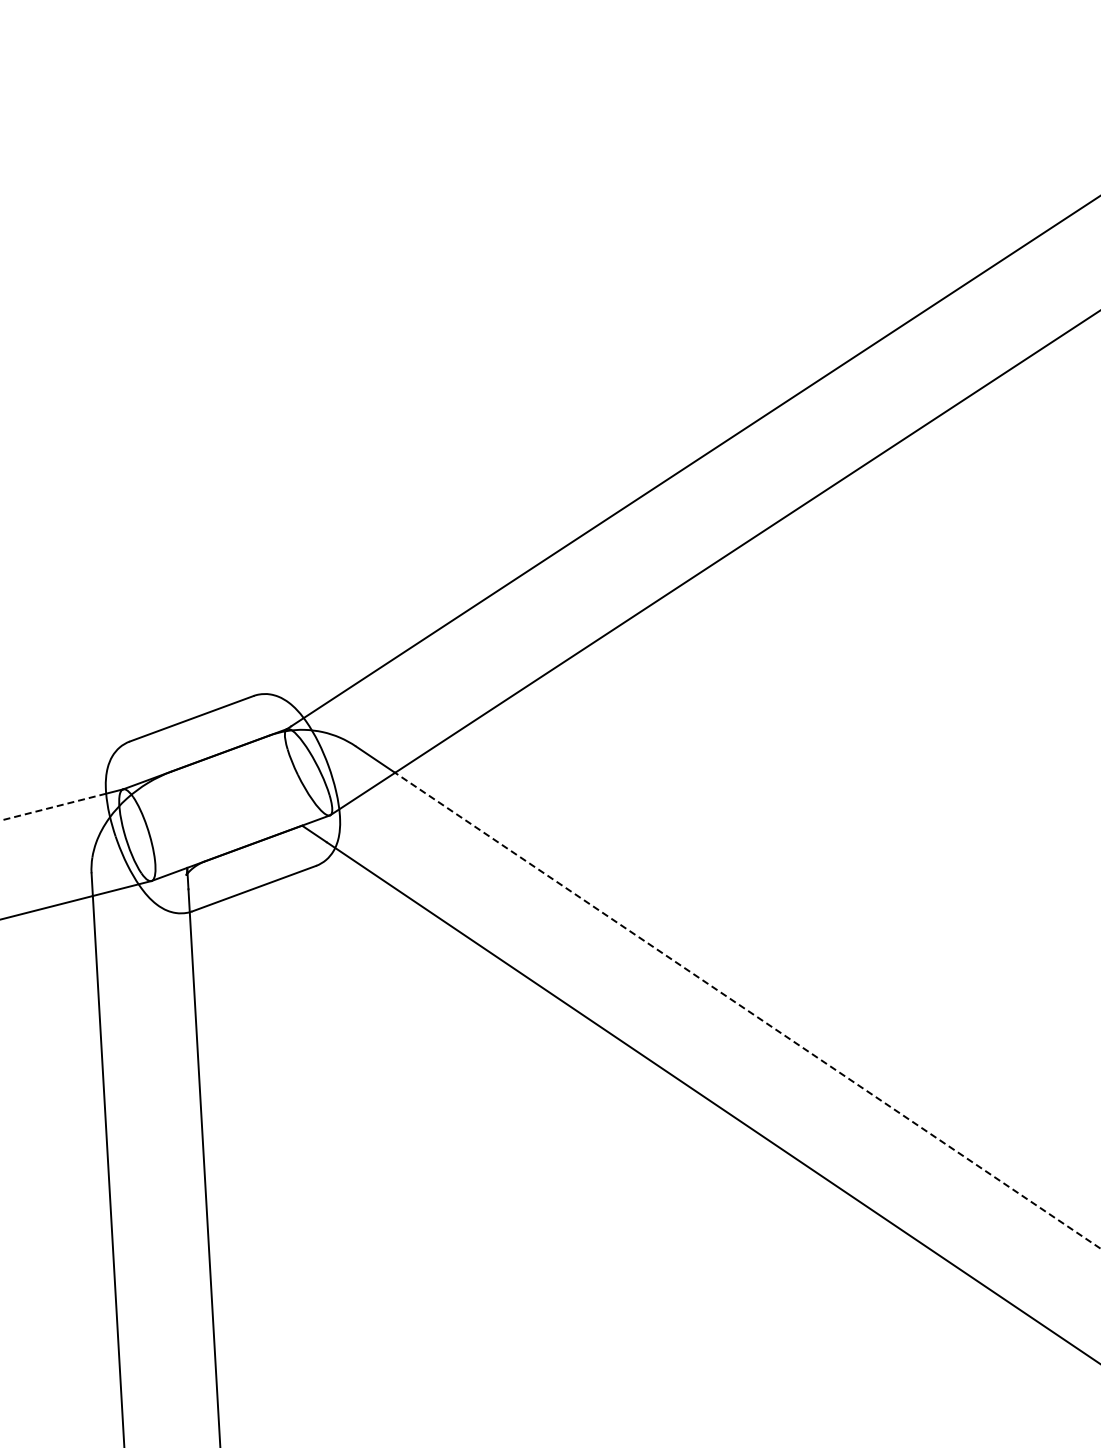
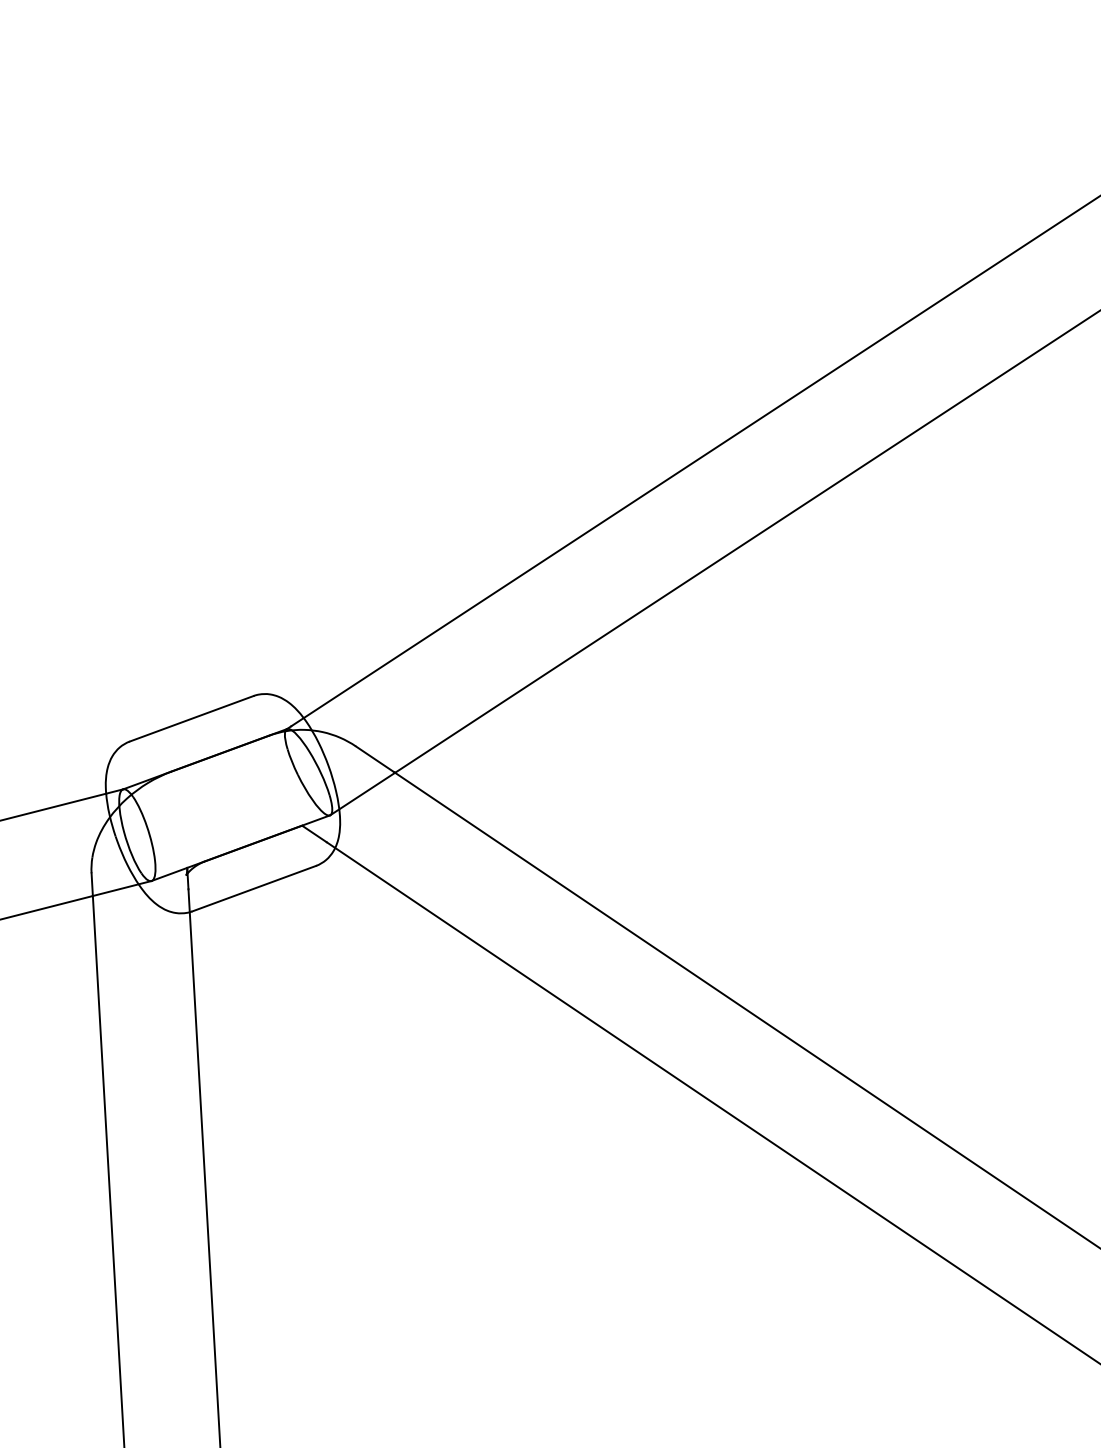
line at (52, 807): dashed -> solid
line at (747, 1010): dashed -> solid
